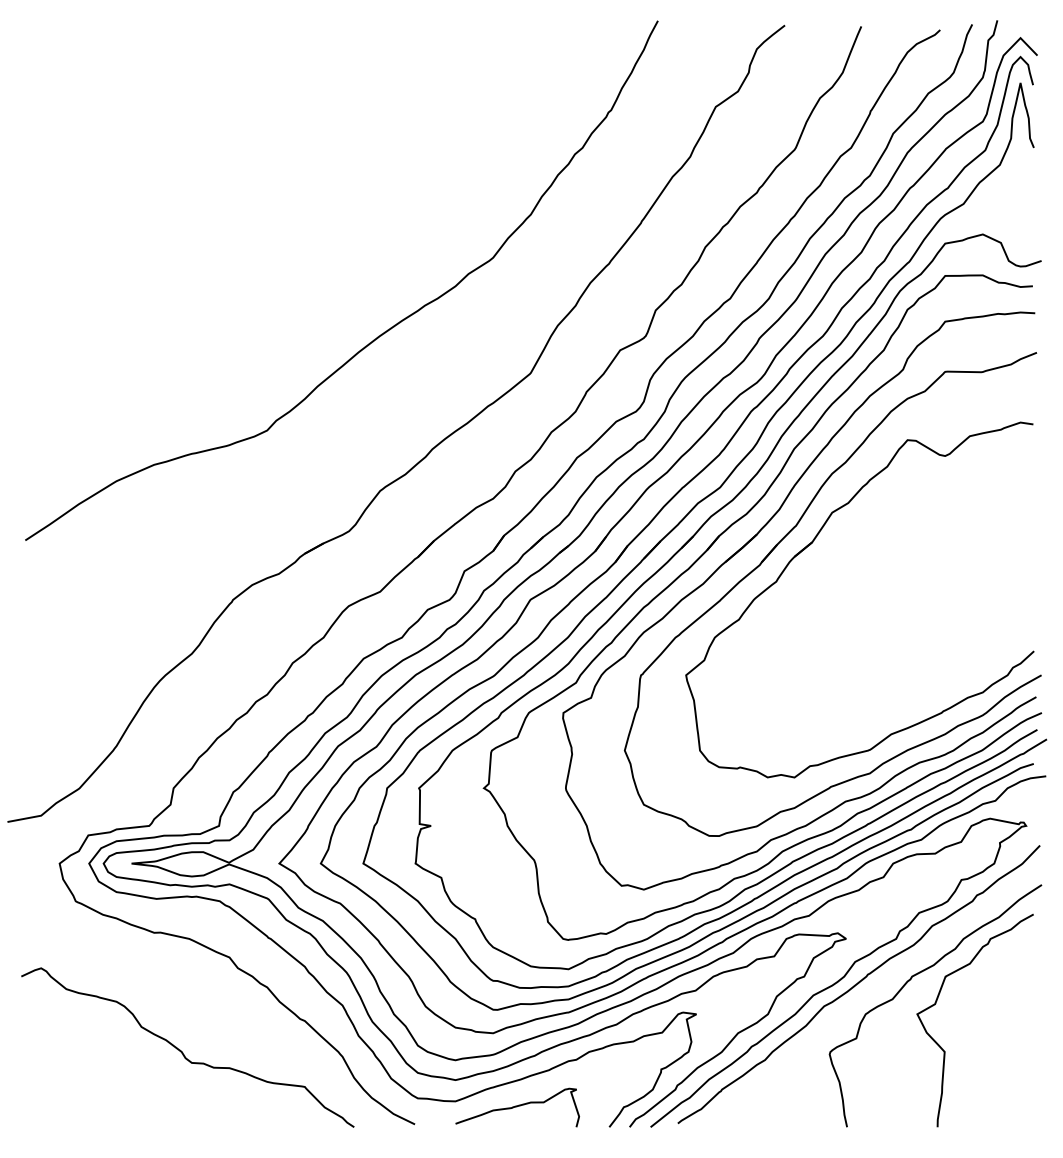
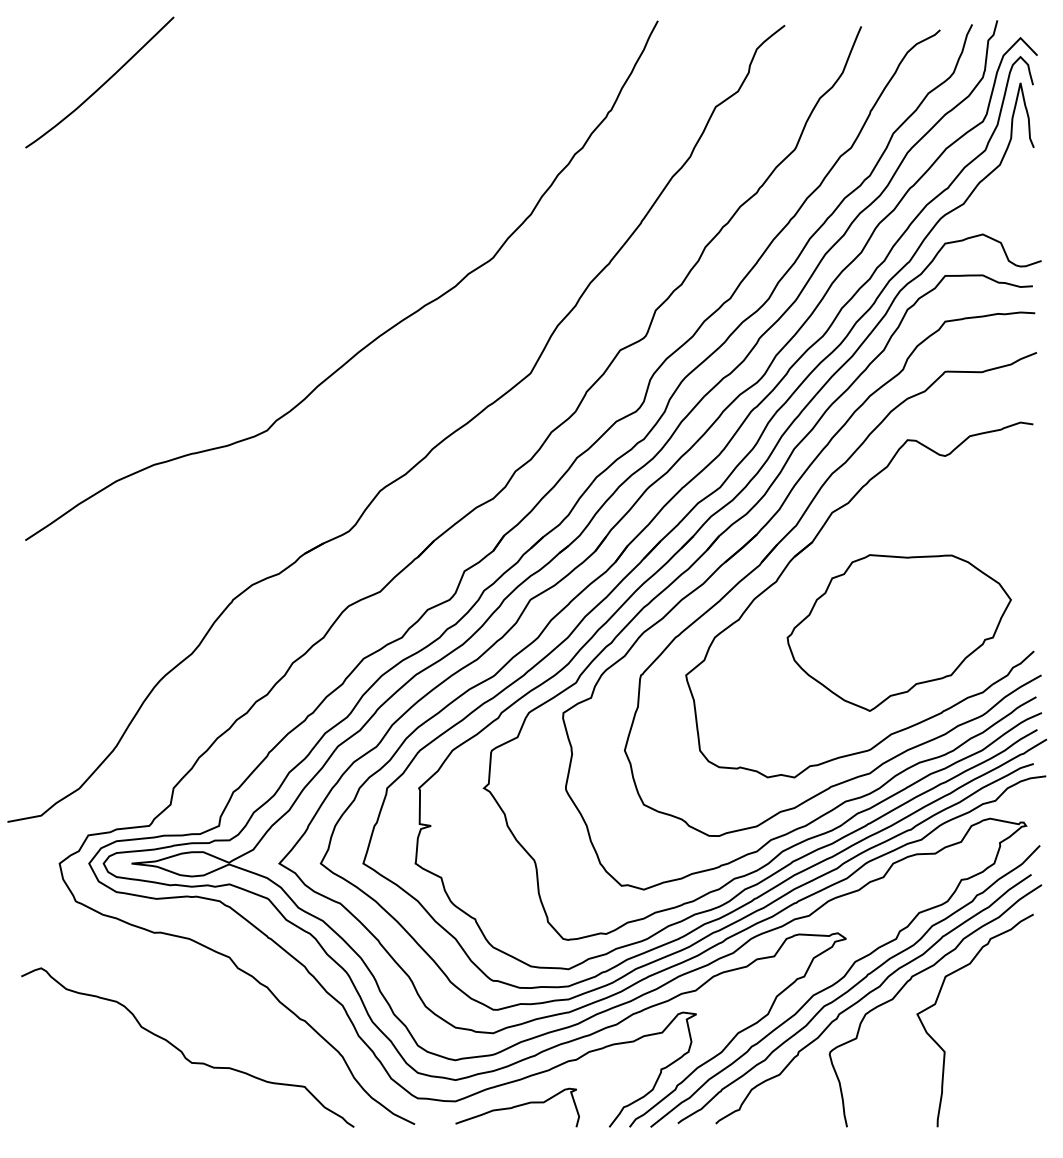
curve at (102, 84): none -> present
part at (898, 632): none -> present
curve at (870, 993): none -> present
